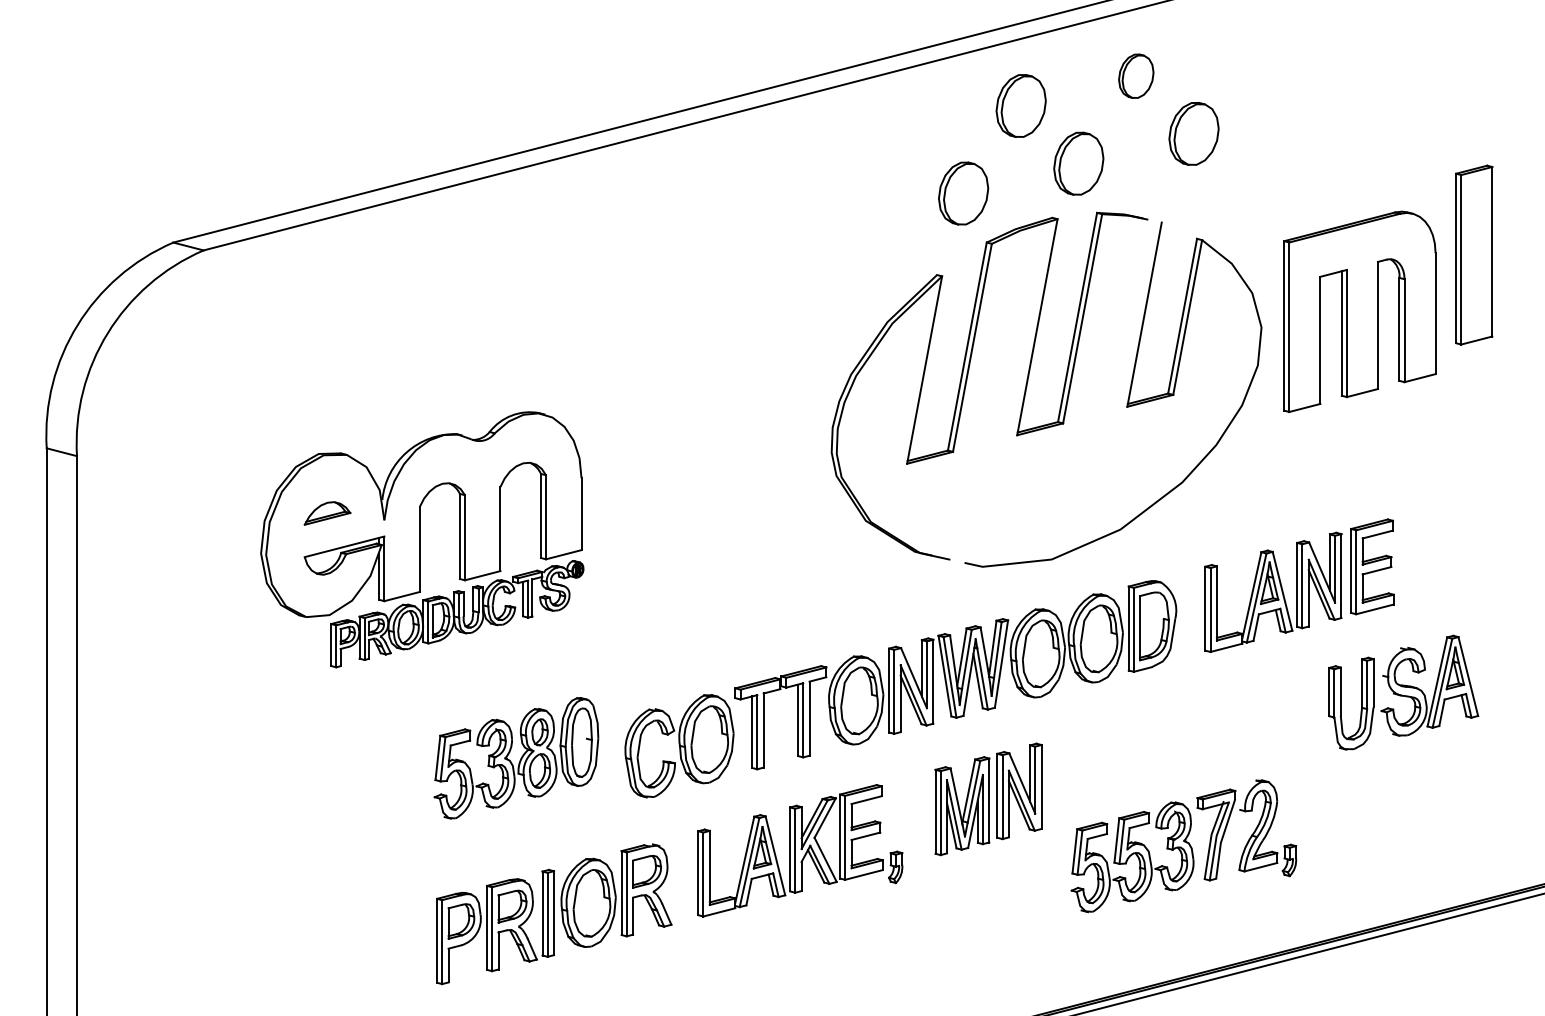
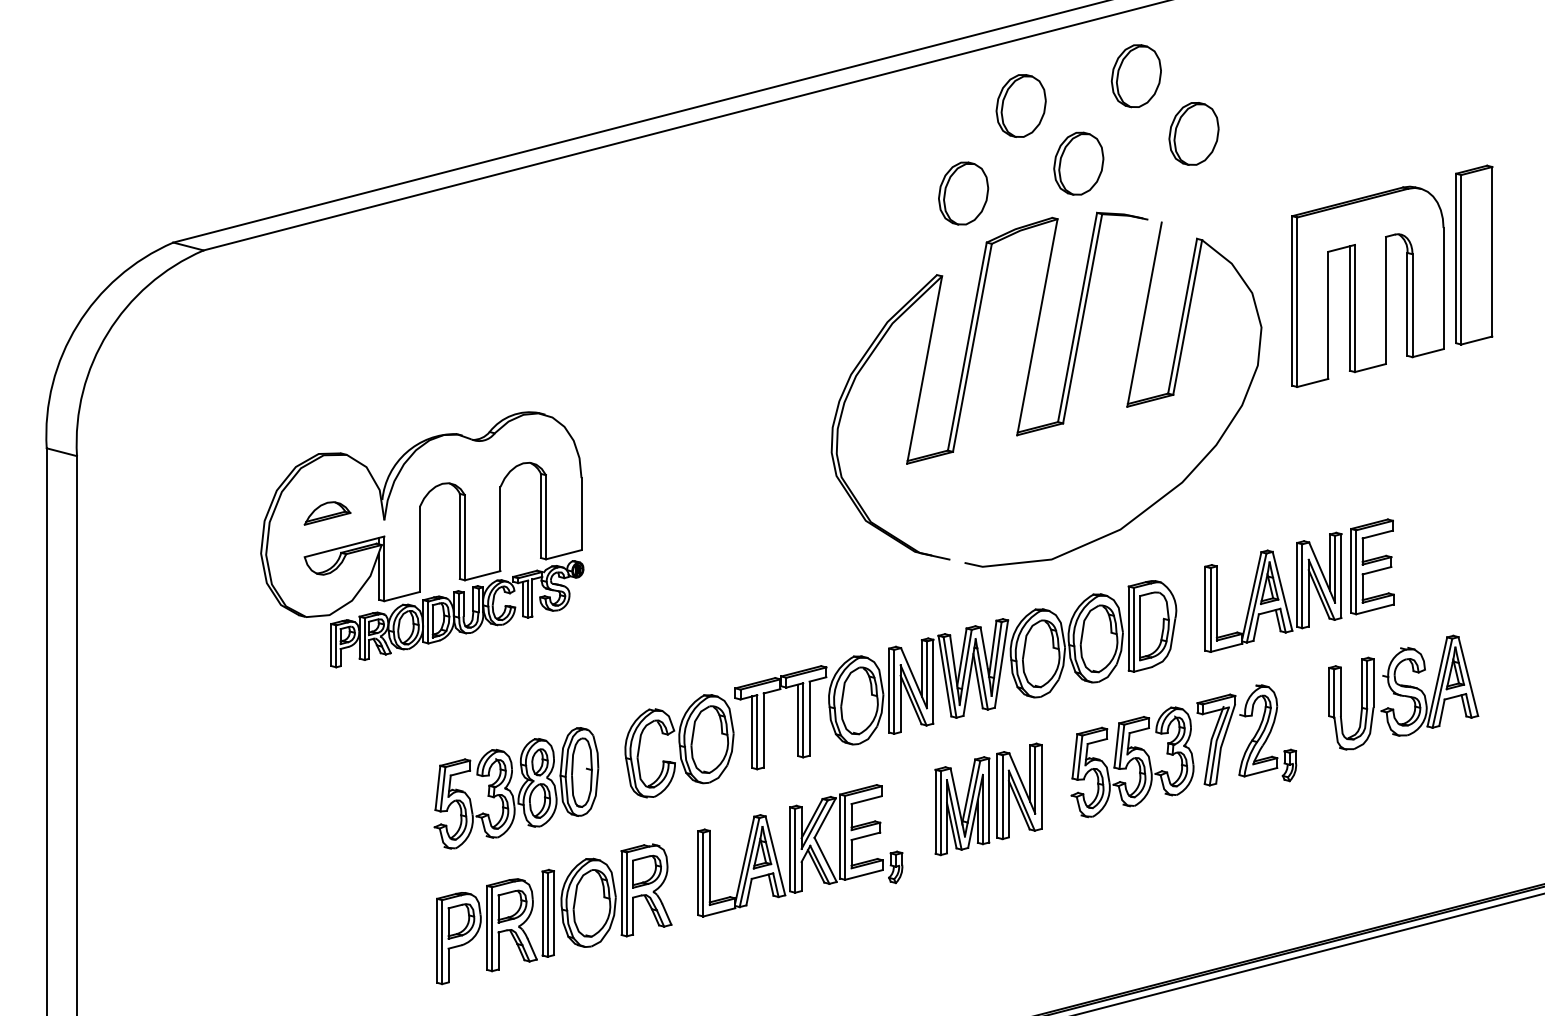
part at (1136, 75) size: 37x46 px -> 52x65 px
part at (1359, 311) position: (1359, 311) -> (1367, 286)
part at (516, 758) position: (516, 758) -> (516, 788)
part at (1183, 846) position: (1183, 846) -> (1183, 751)
